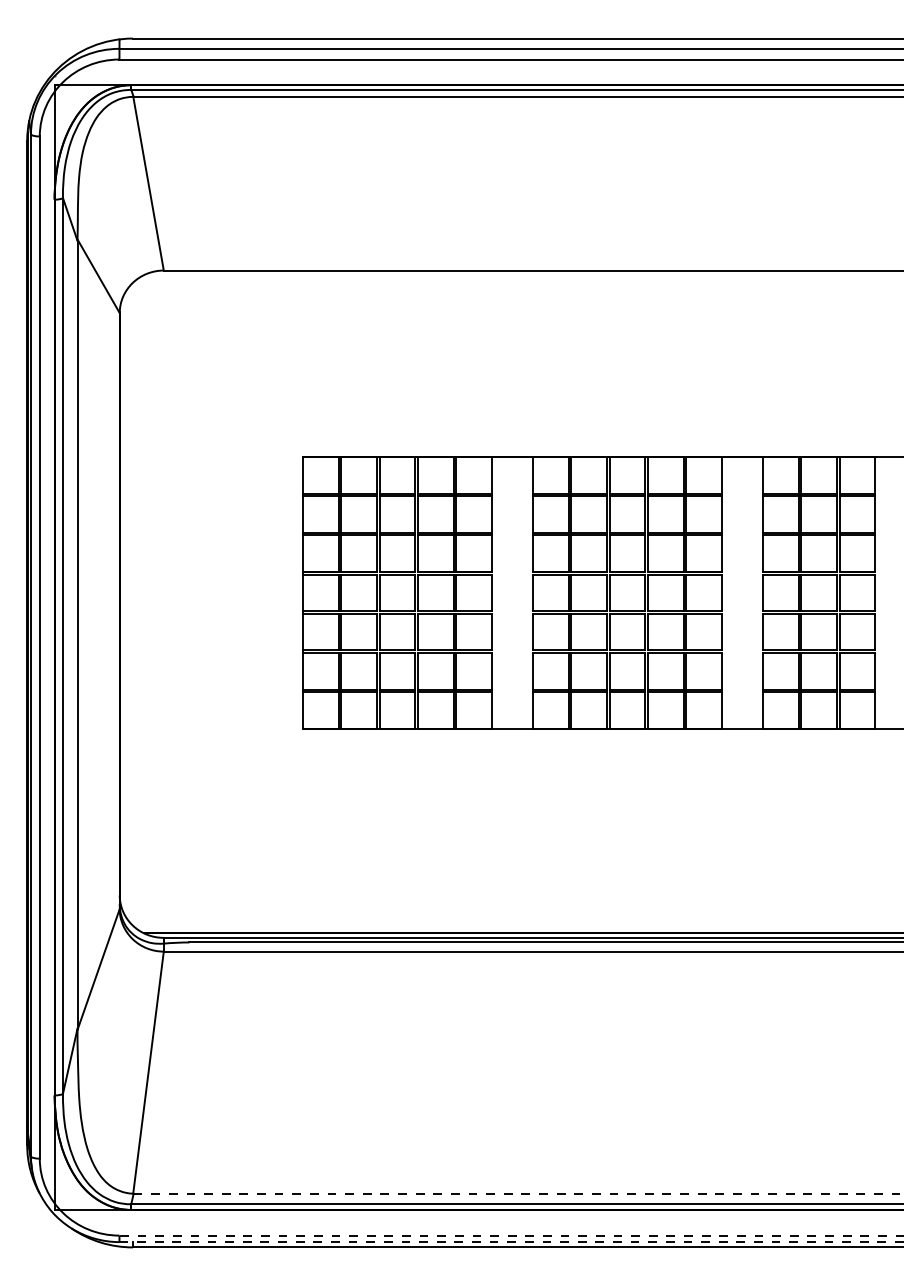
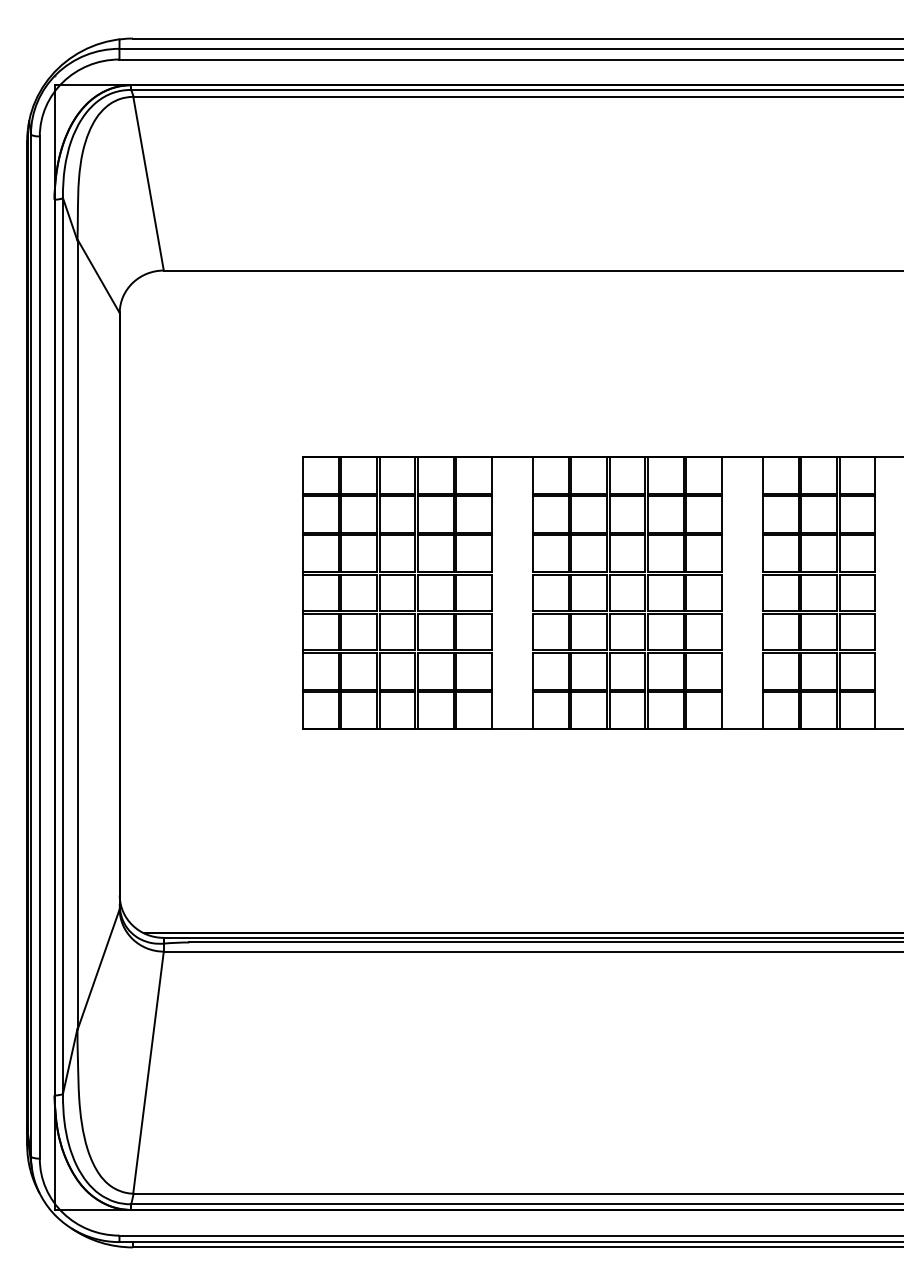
line at (518, 1193): dashed -> solid
line at (510, 1235): dashed -> solid
line at (512, 1242): dashed -> solid
